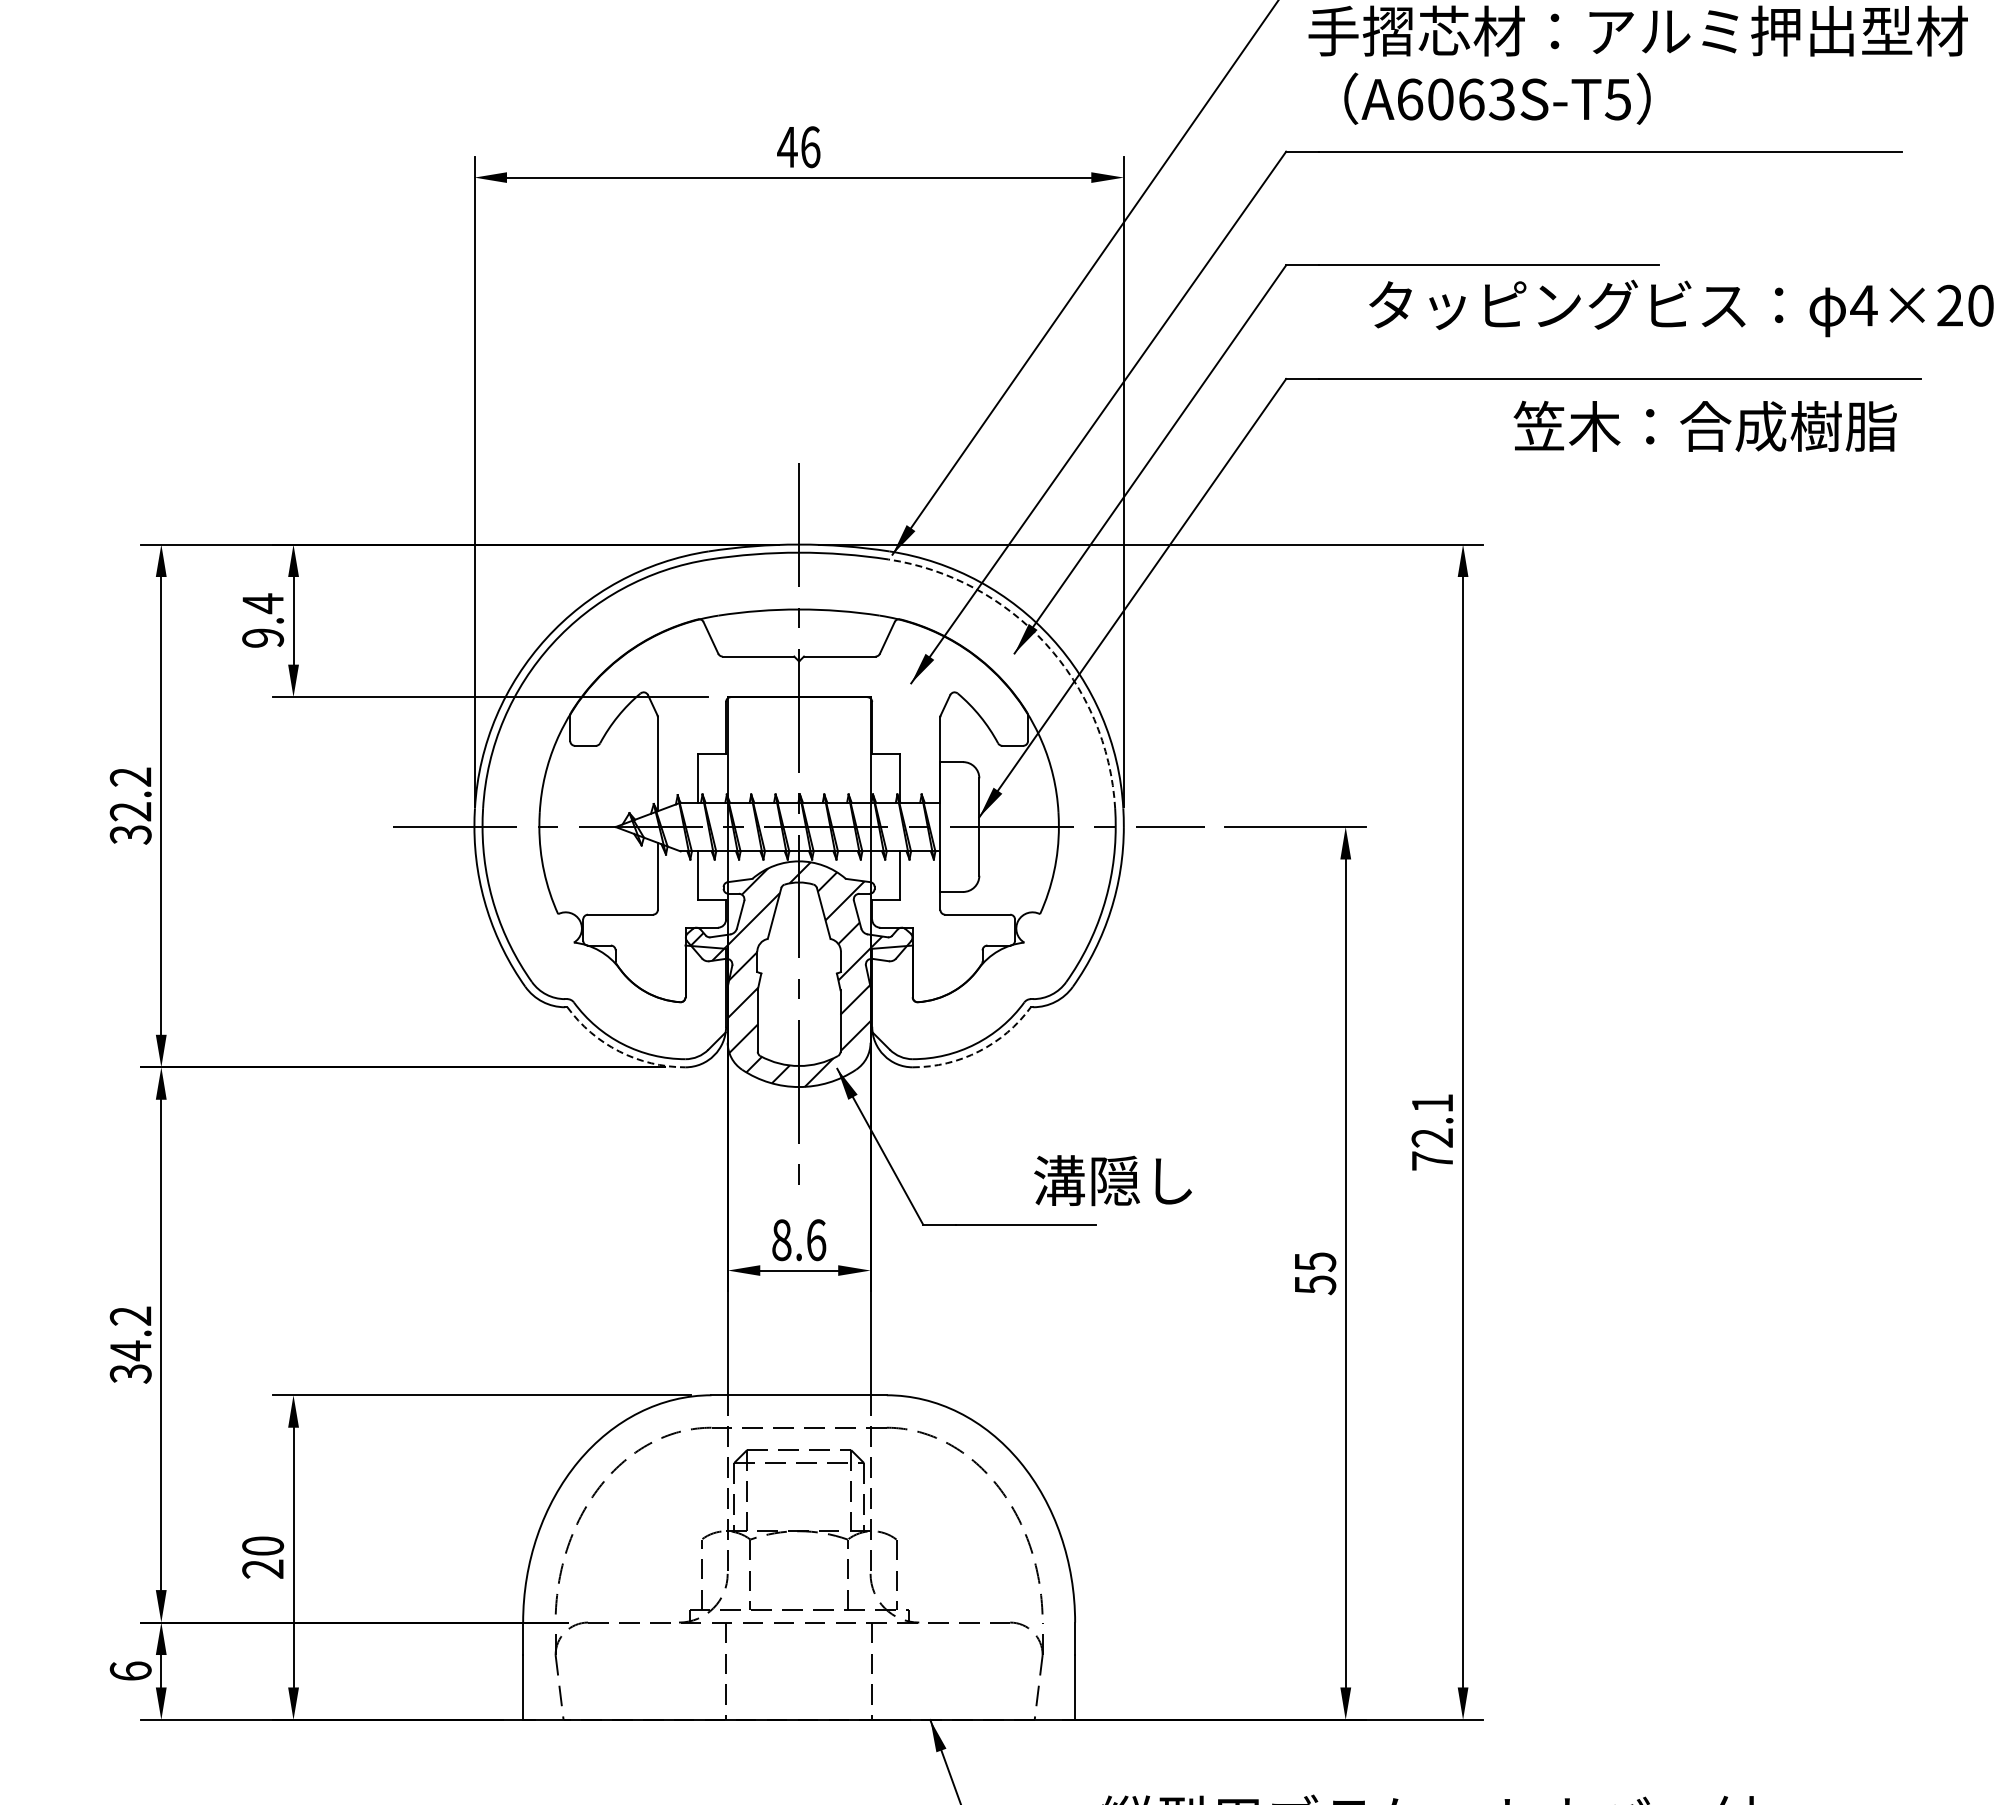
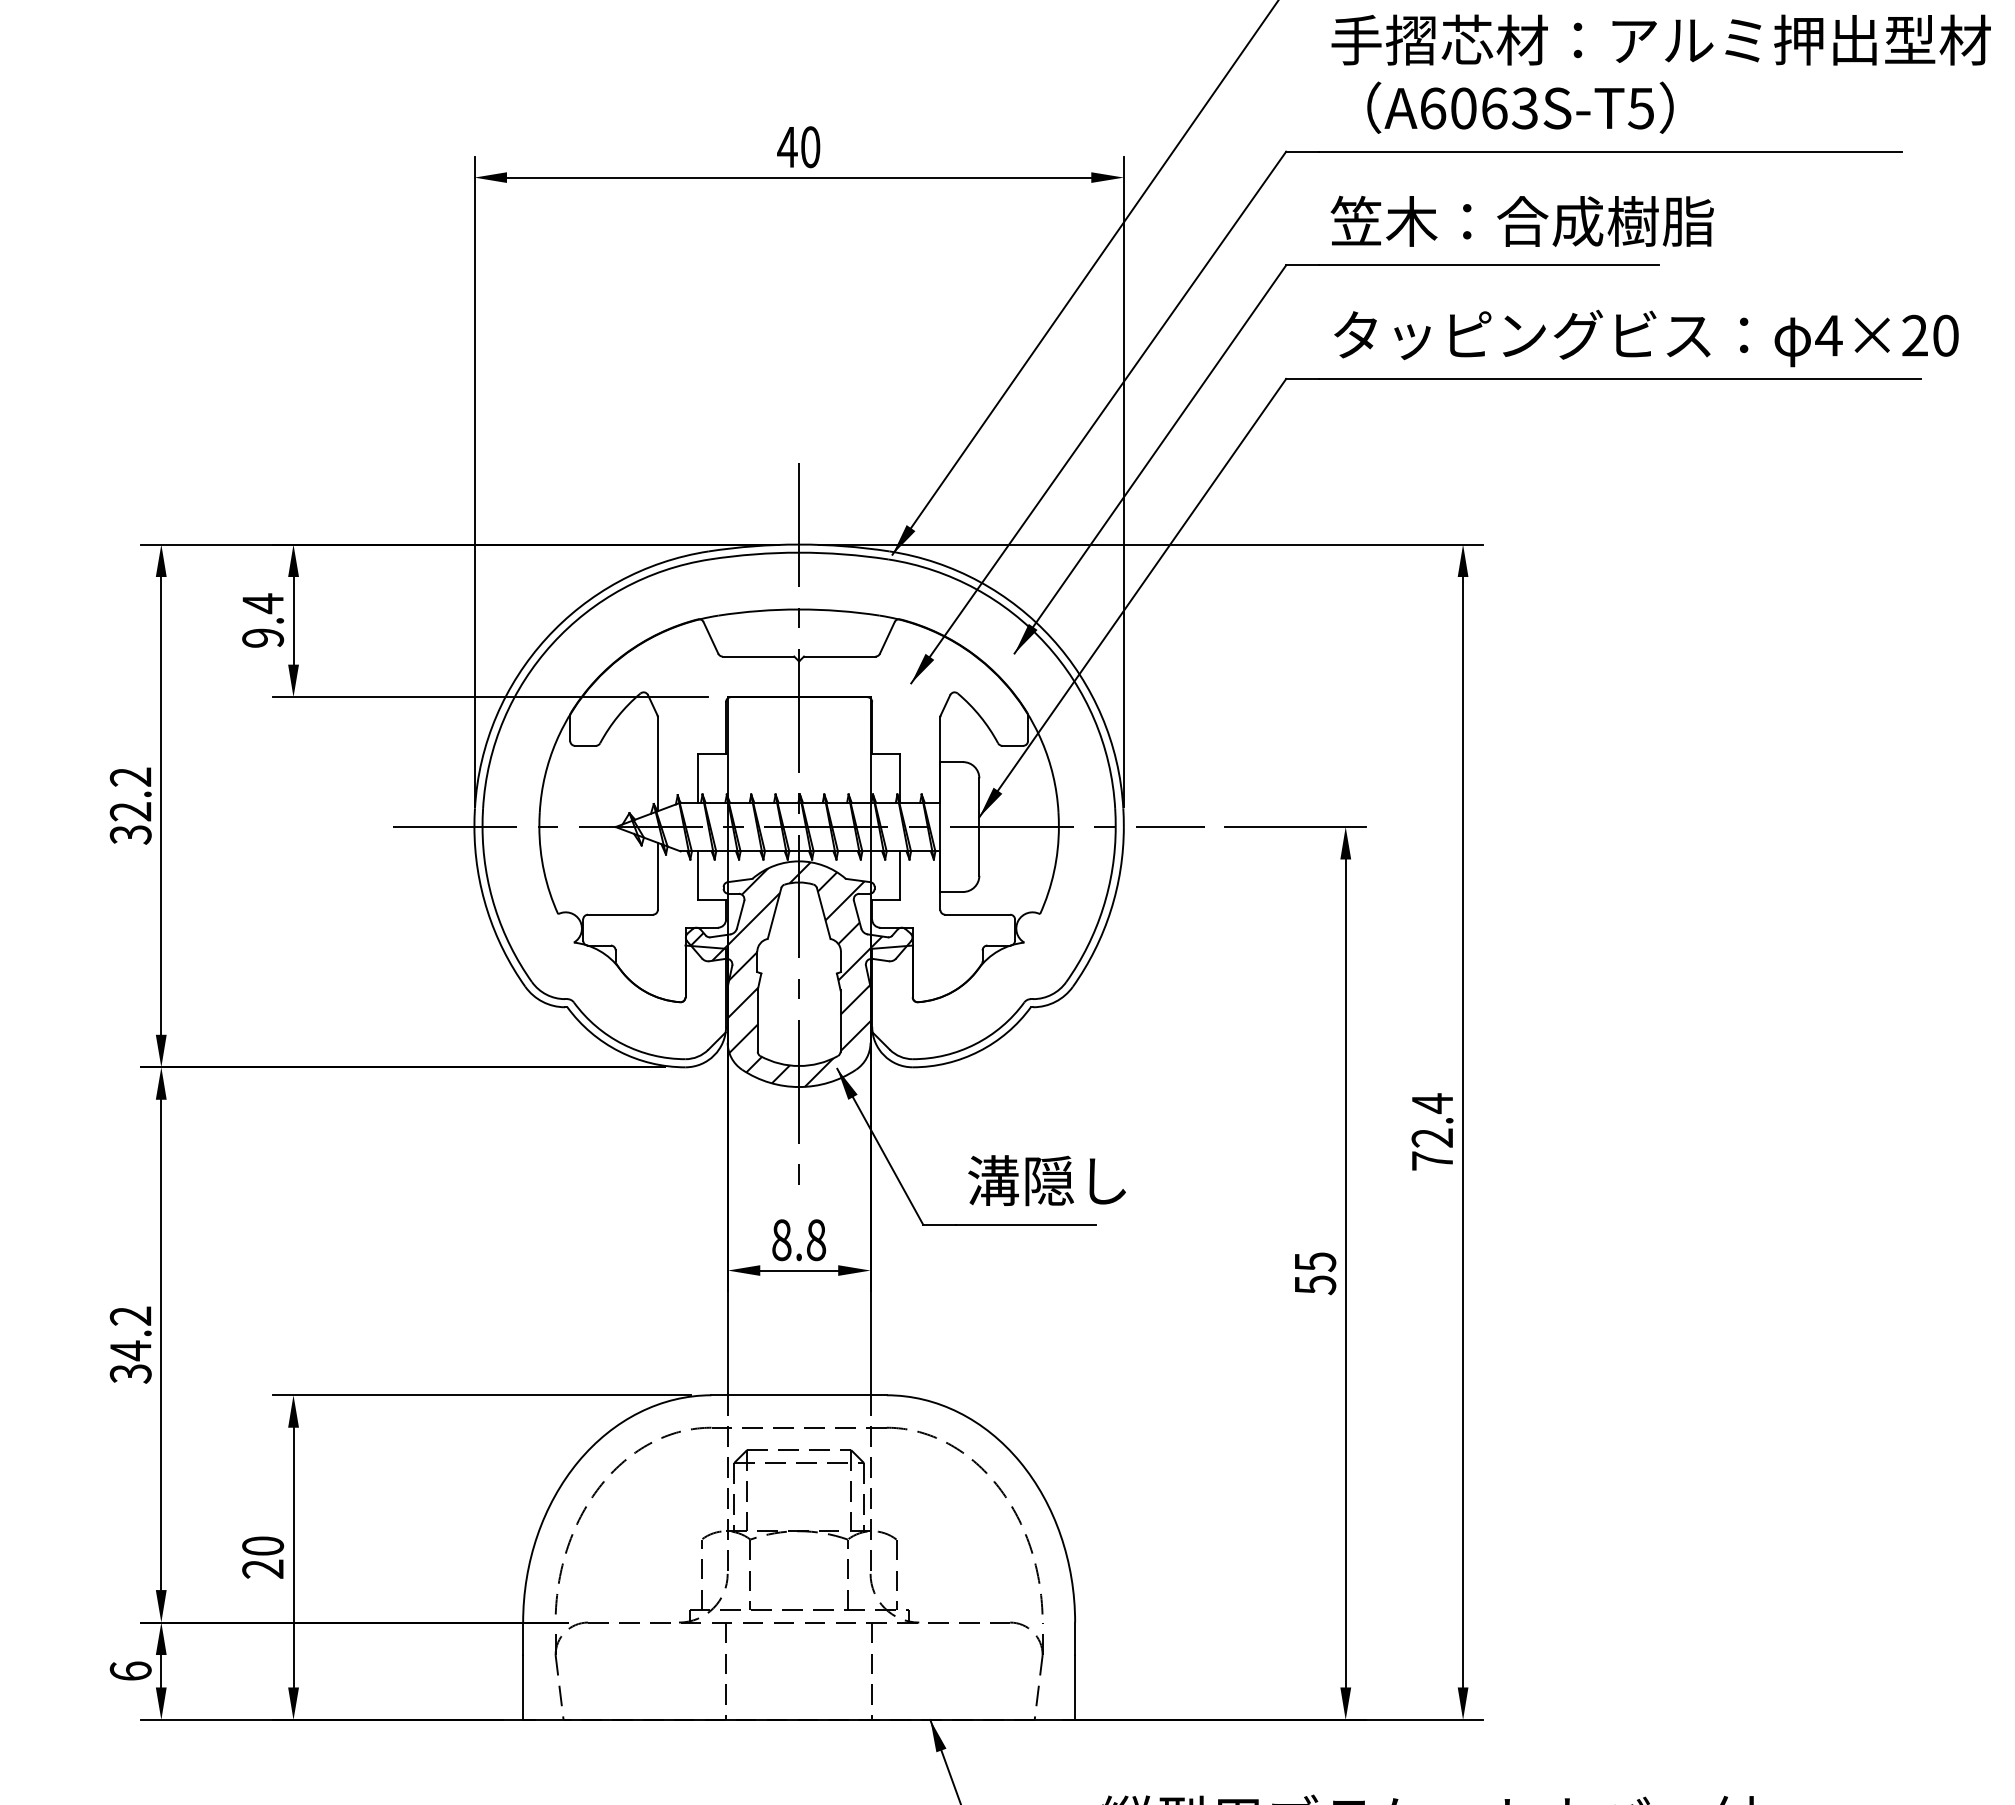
text at (1637, 64) position: (1637, 64) -> (1660, 73)
text at (810, 147): 46 -> 40
text at (1681, 308) position: (1681, 308) -> (1646, 338)
text at (1704, 425) position: (1704, 425) -> (1521, 220)
arc at (1045, 643): dashed -> solid
arc at (619, 1051): dashed -> solid
arc at (979, 1051): dashed -> solid
text at (1432, 1103): 72.1 -> 72.4
text at (1112, 1180) position: (1112, 1180) -> (1046, 1180)
text at (816, 1240): 8.6 -> 8.8
